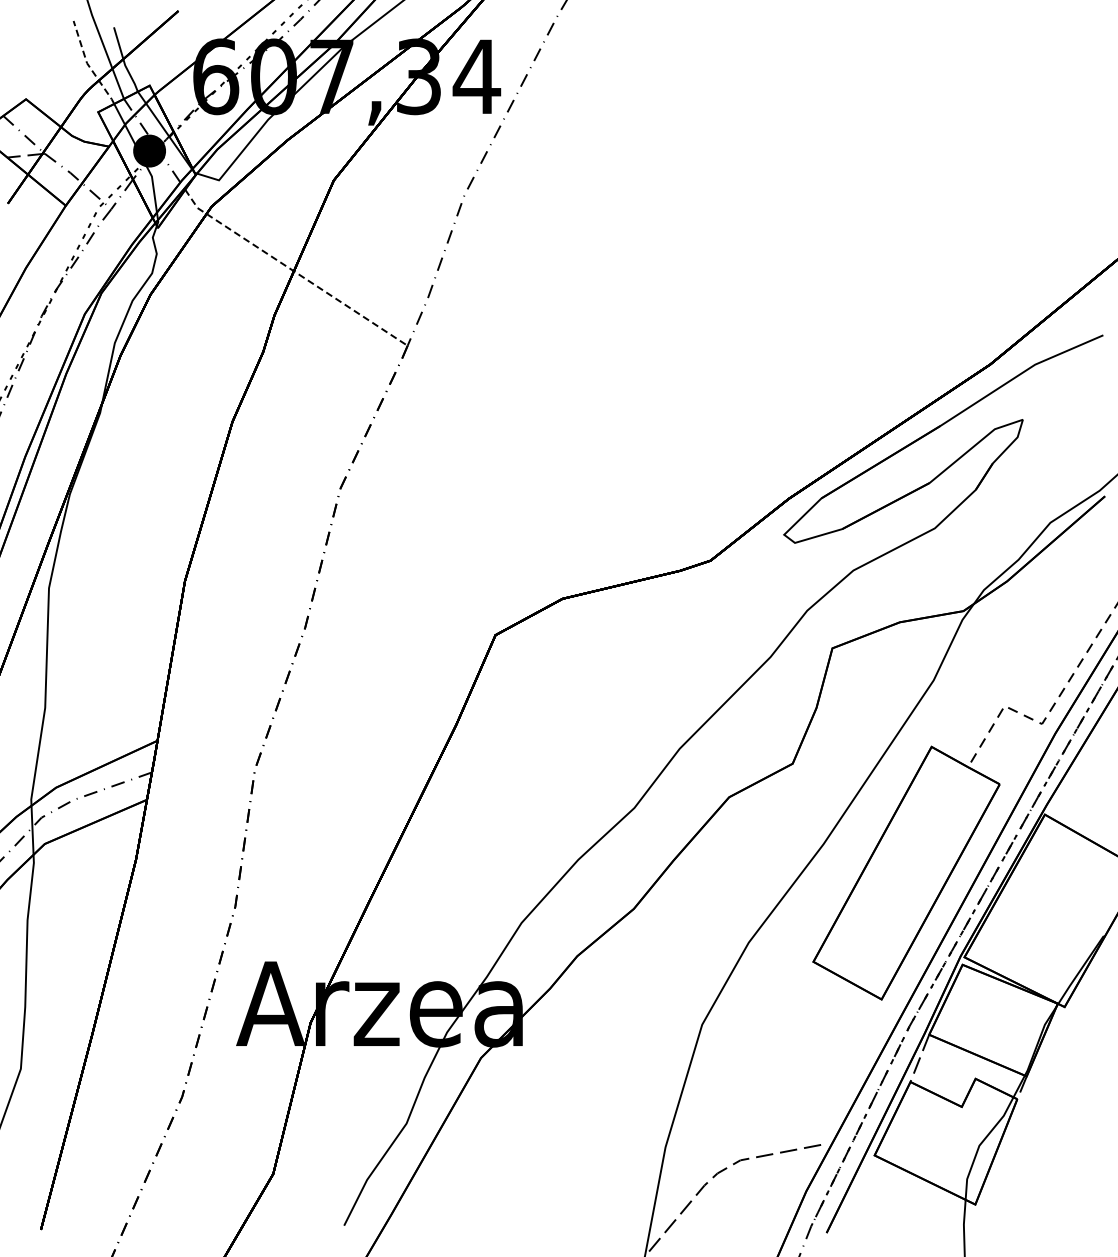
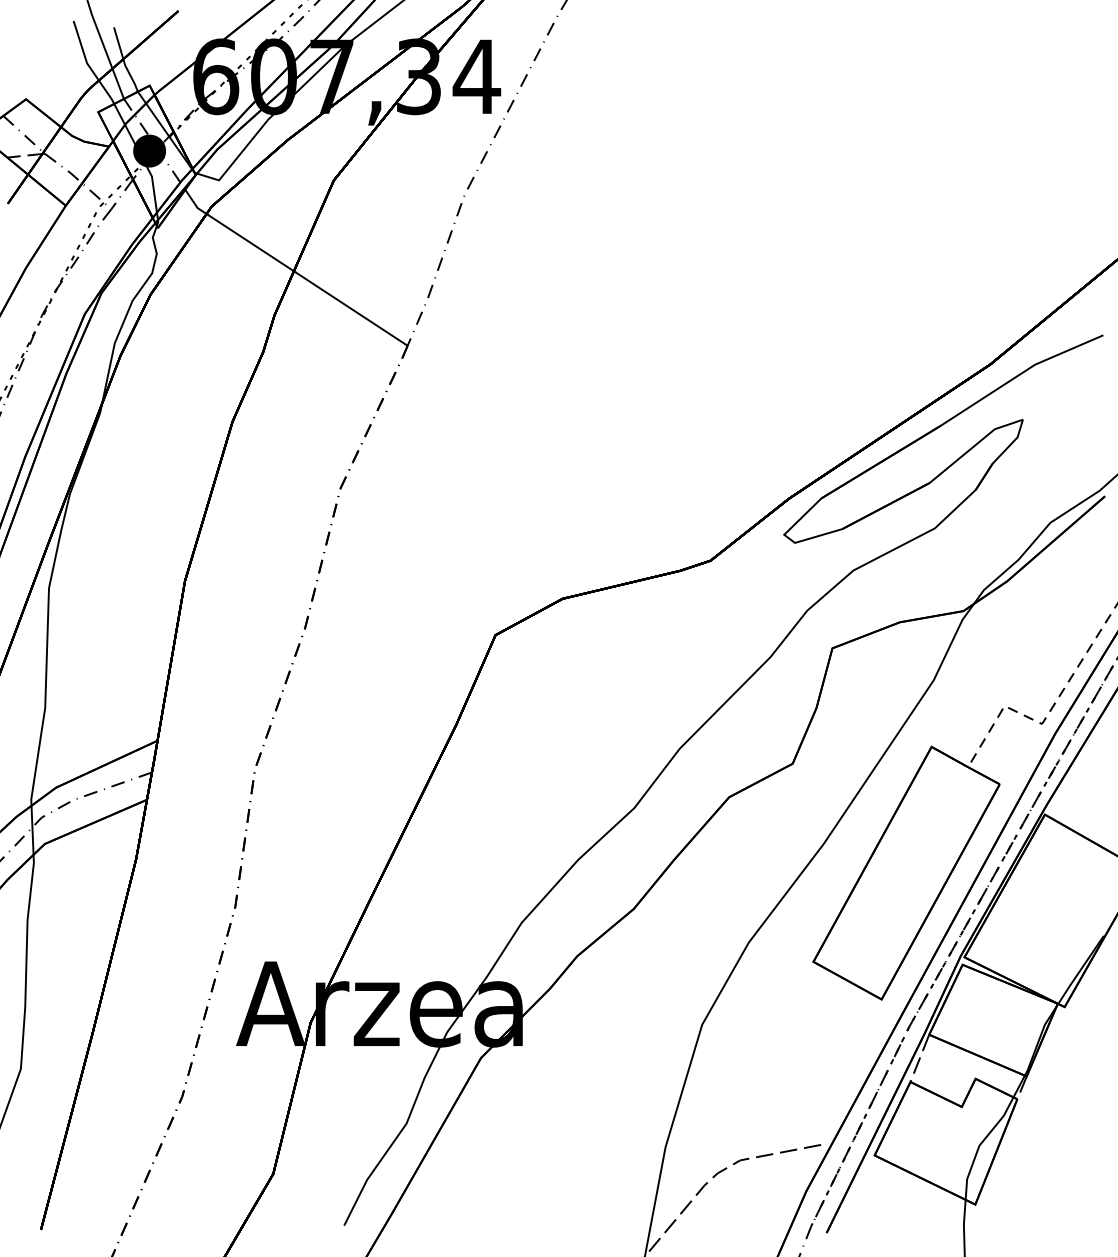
line at (88, 64): dashed -> solid
line at (292, 270): dashed -> solid
